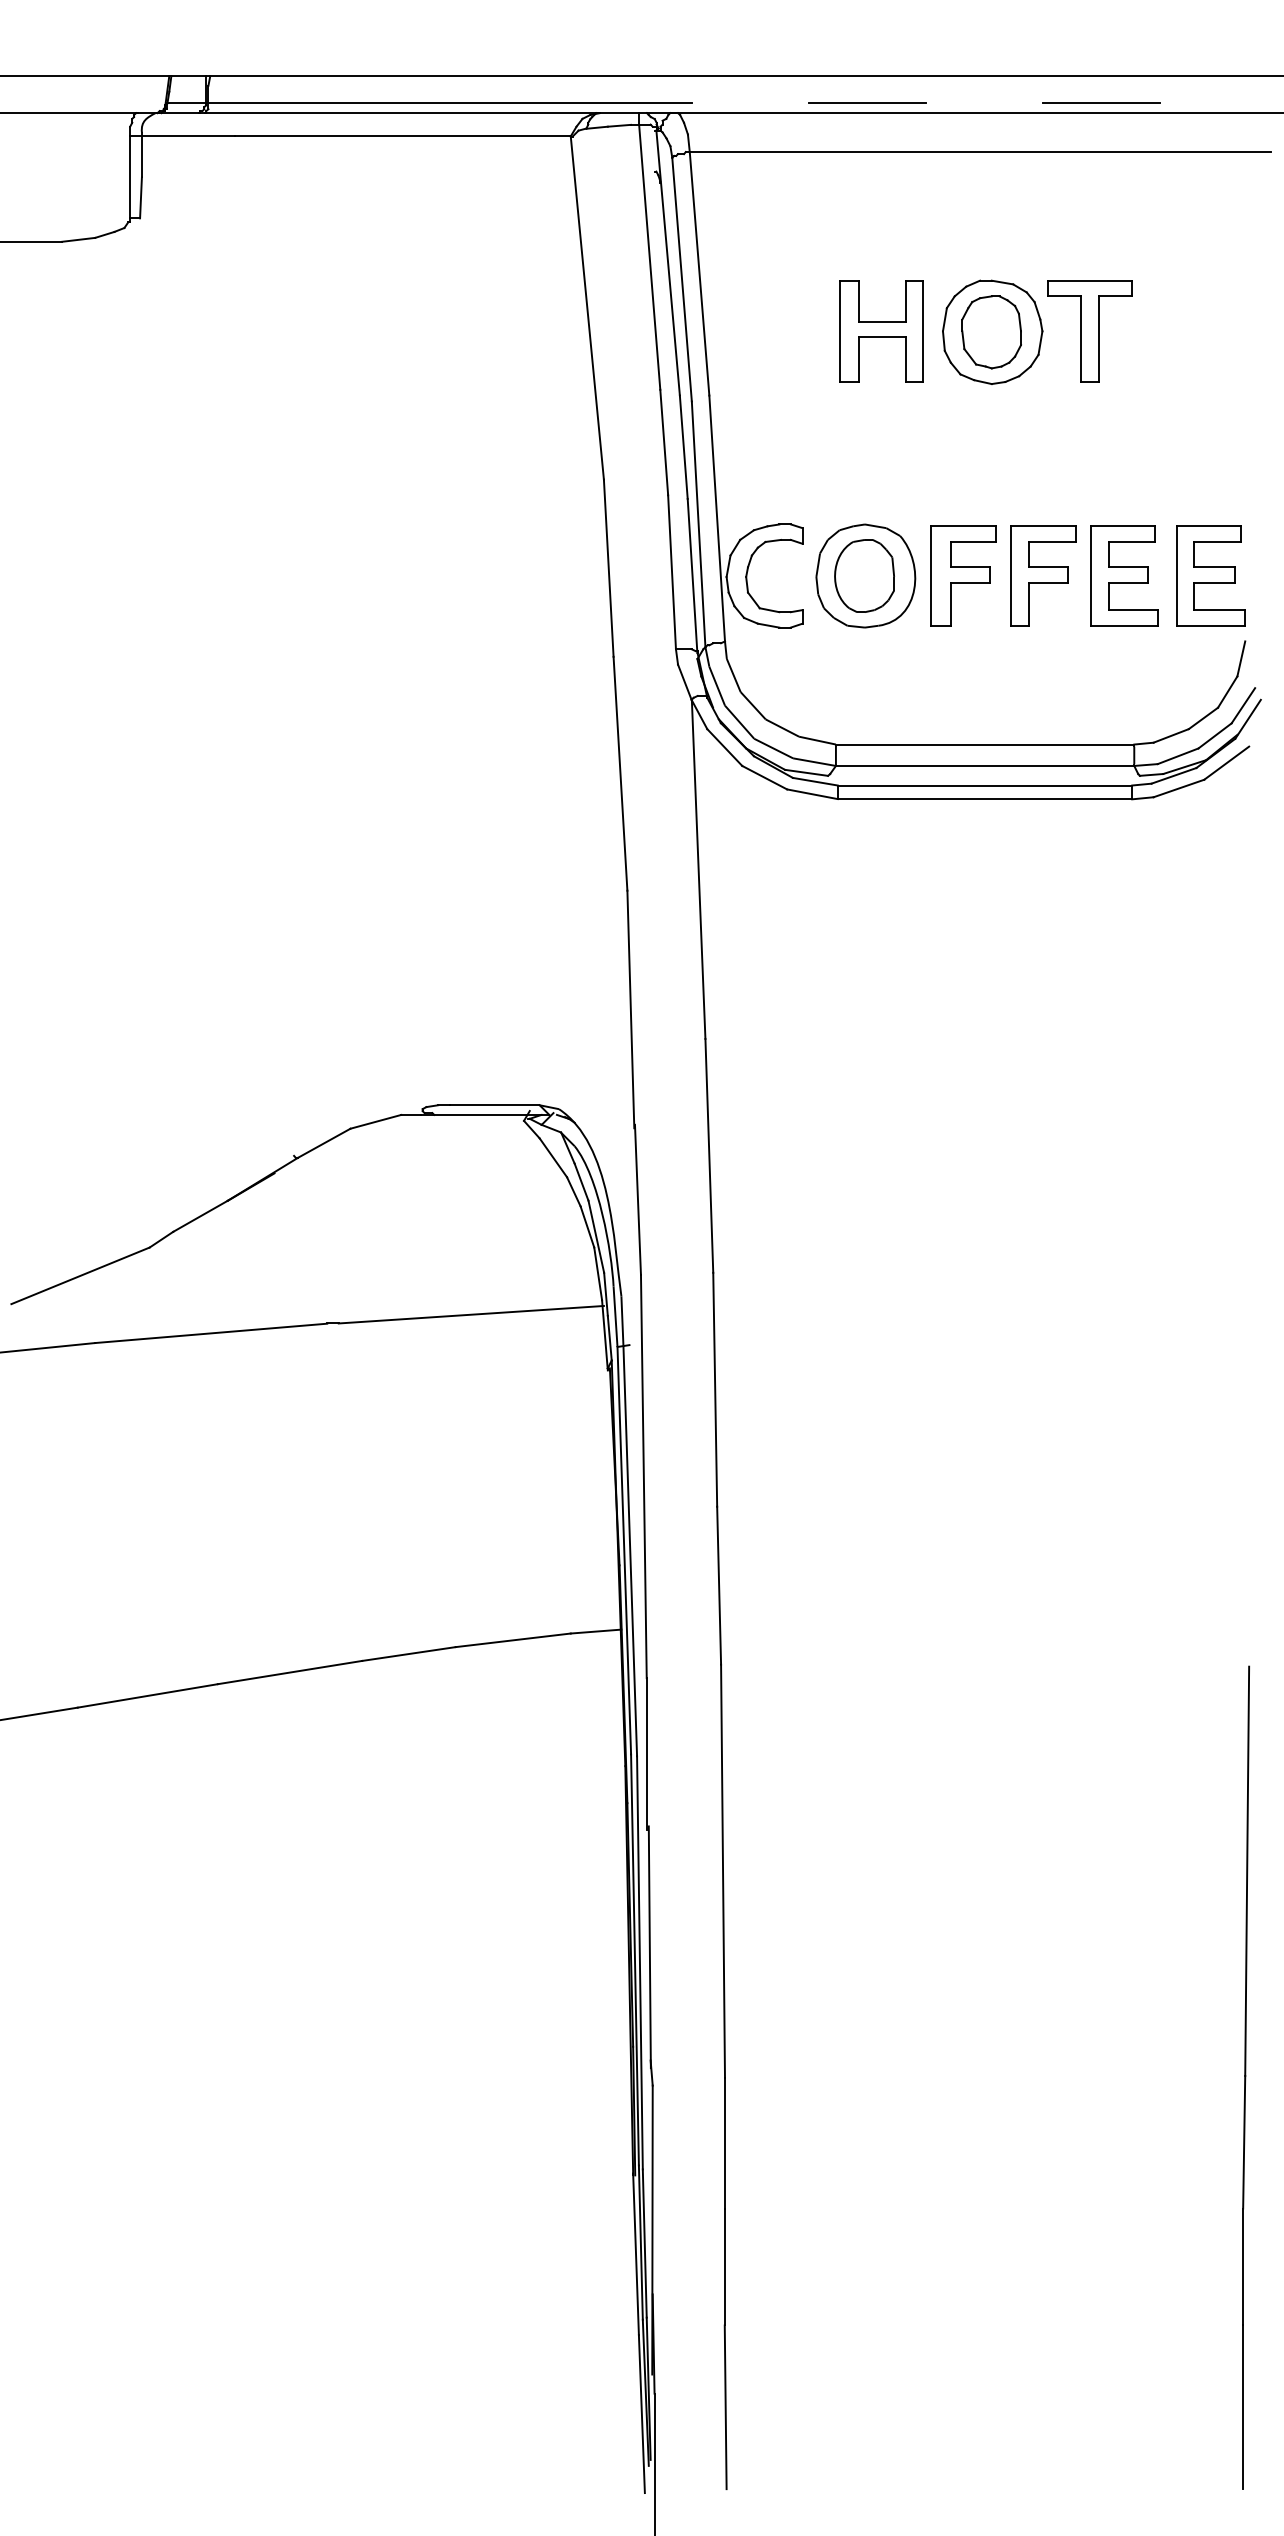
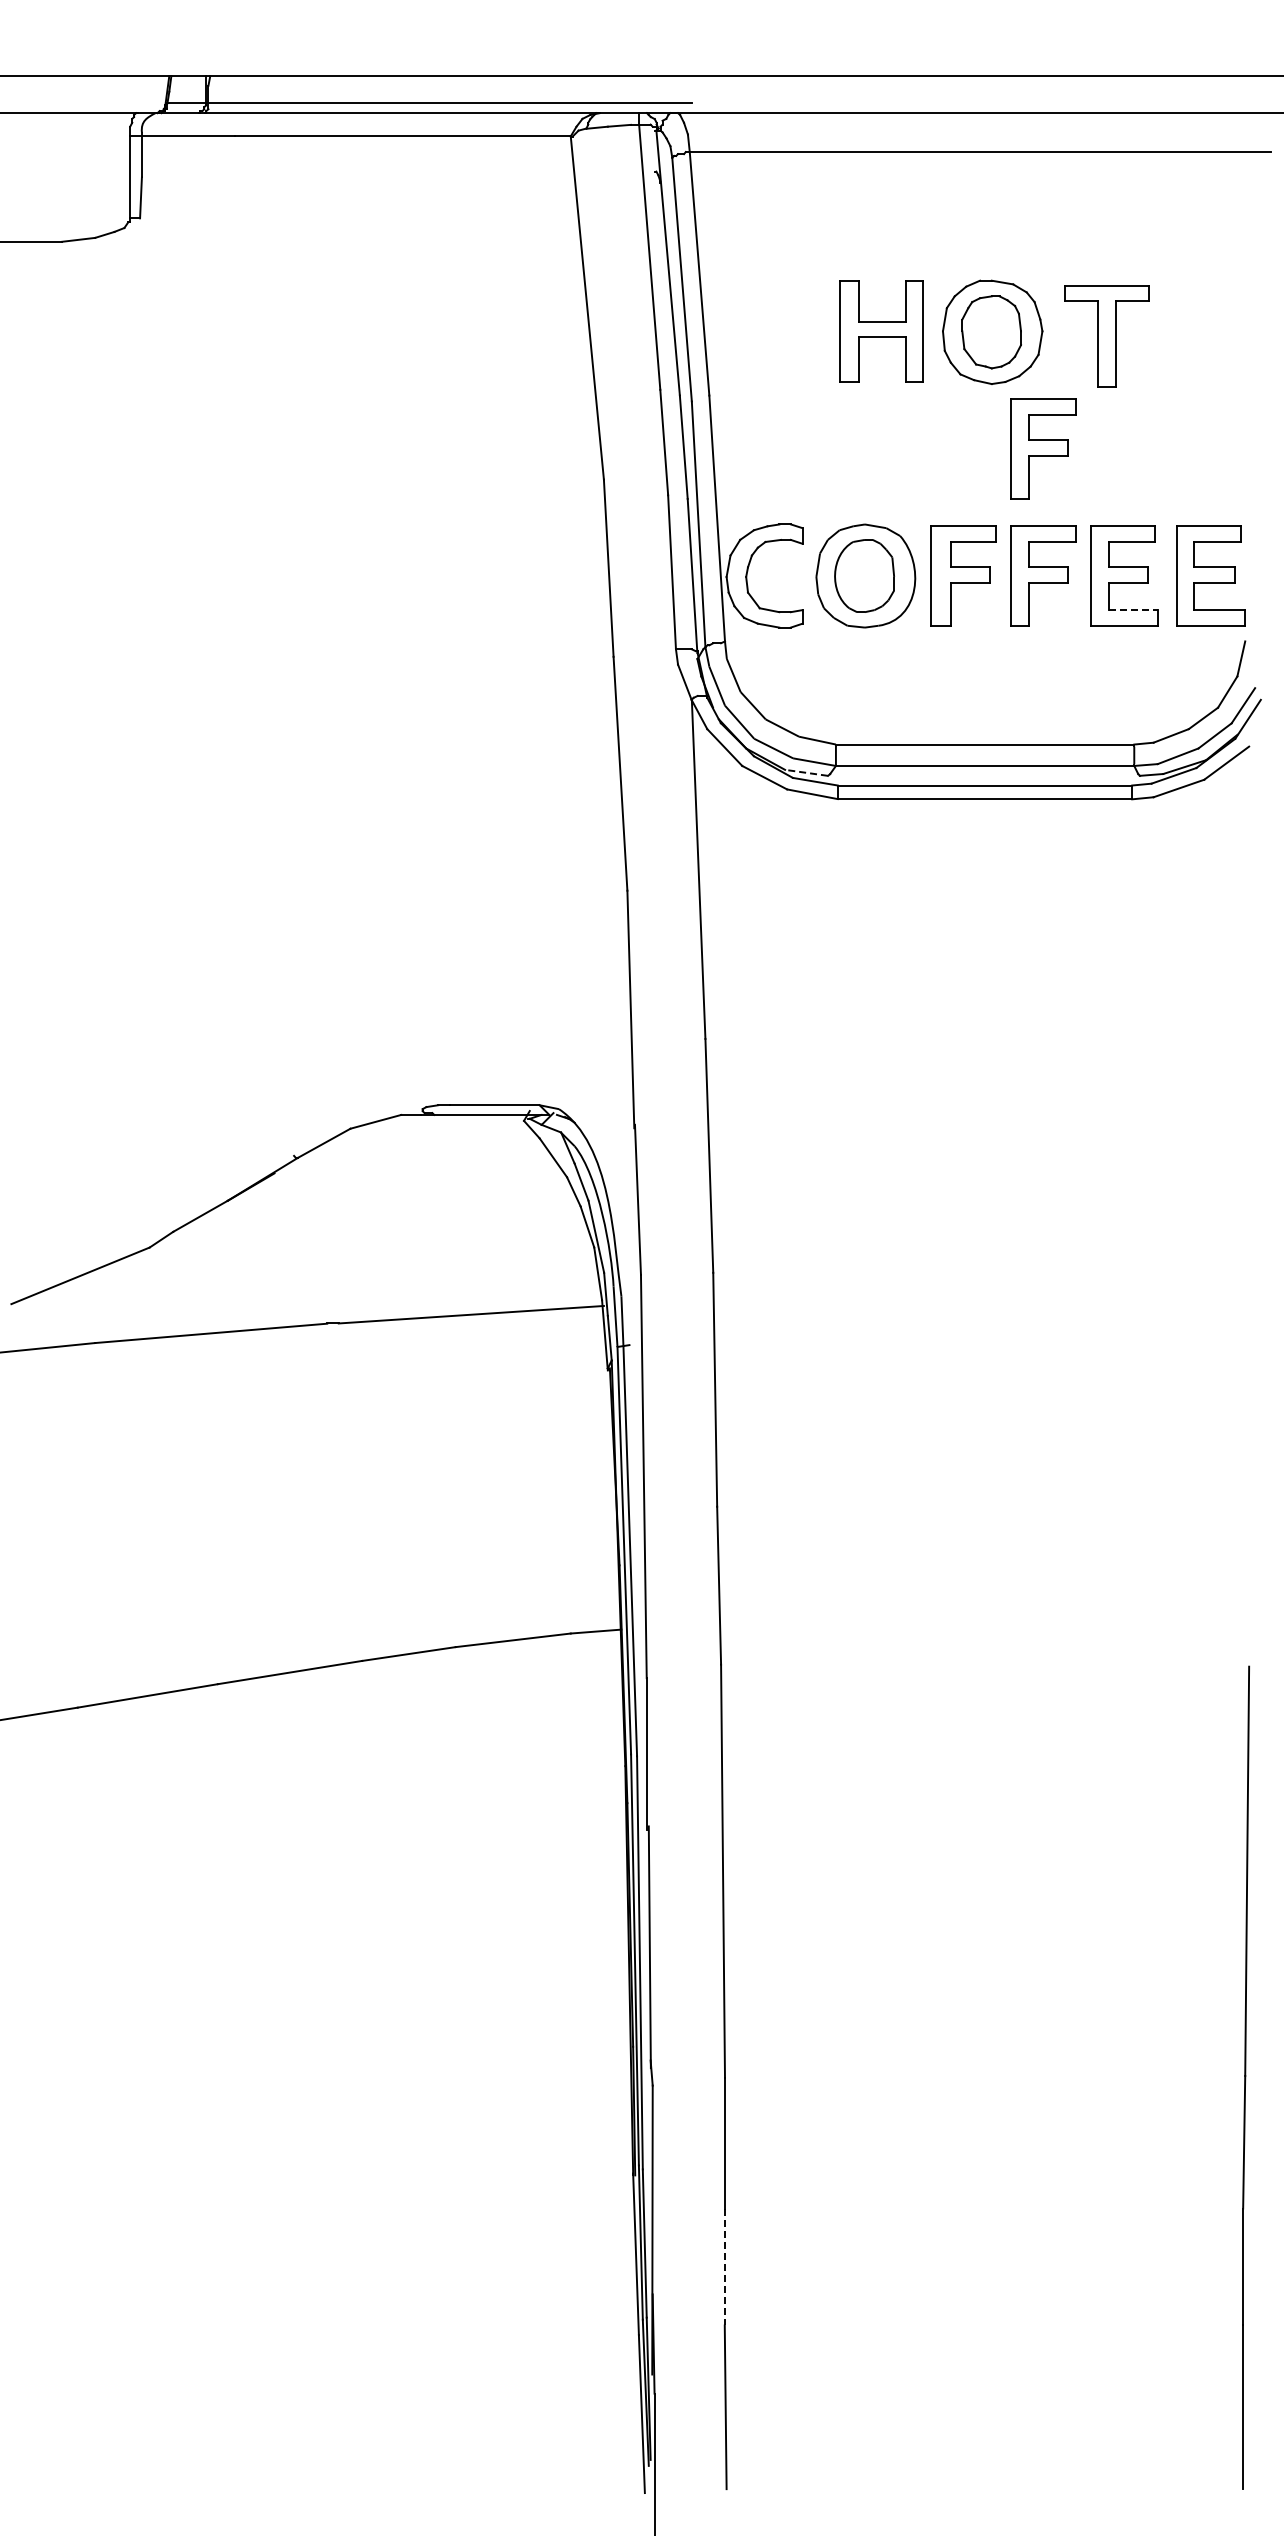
line at (866, 103): present -> none
line at (1100, 103): present -> none
part at (1089, 331) position: (1089, 331) -> (1106, 336)
part at (1043, 448): none -> present
line at (1133, 610): solid -> dashed
line at (806, 772): solid -> dashed
line at (724, 2267): solid -> dashed
